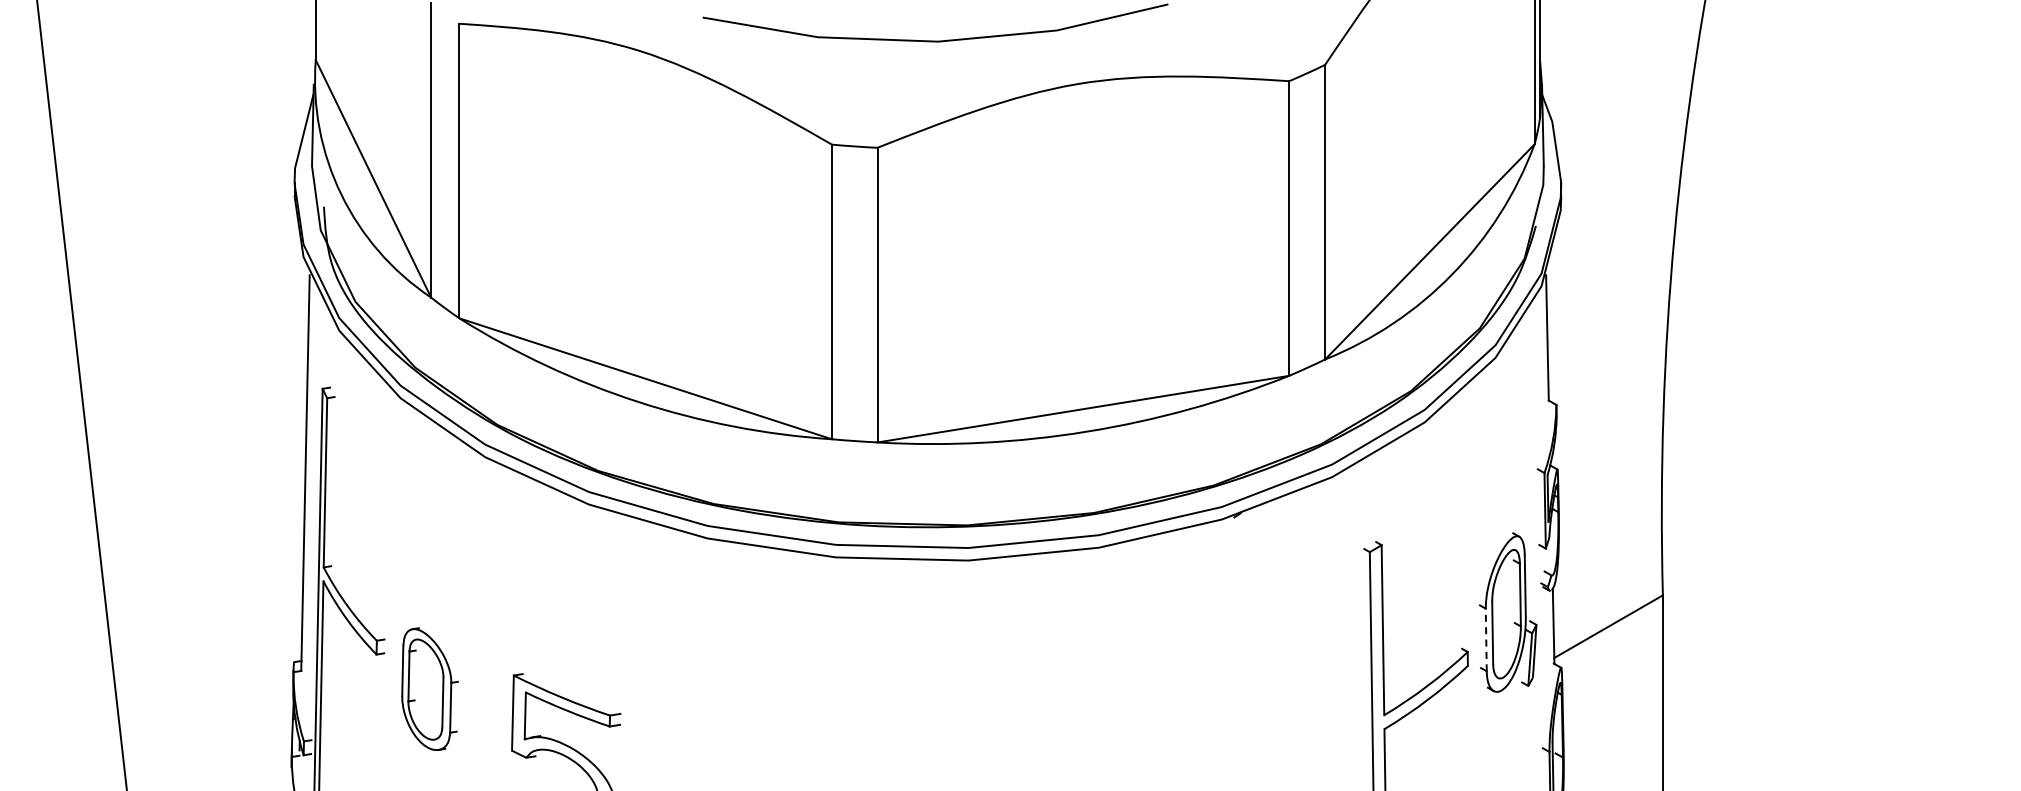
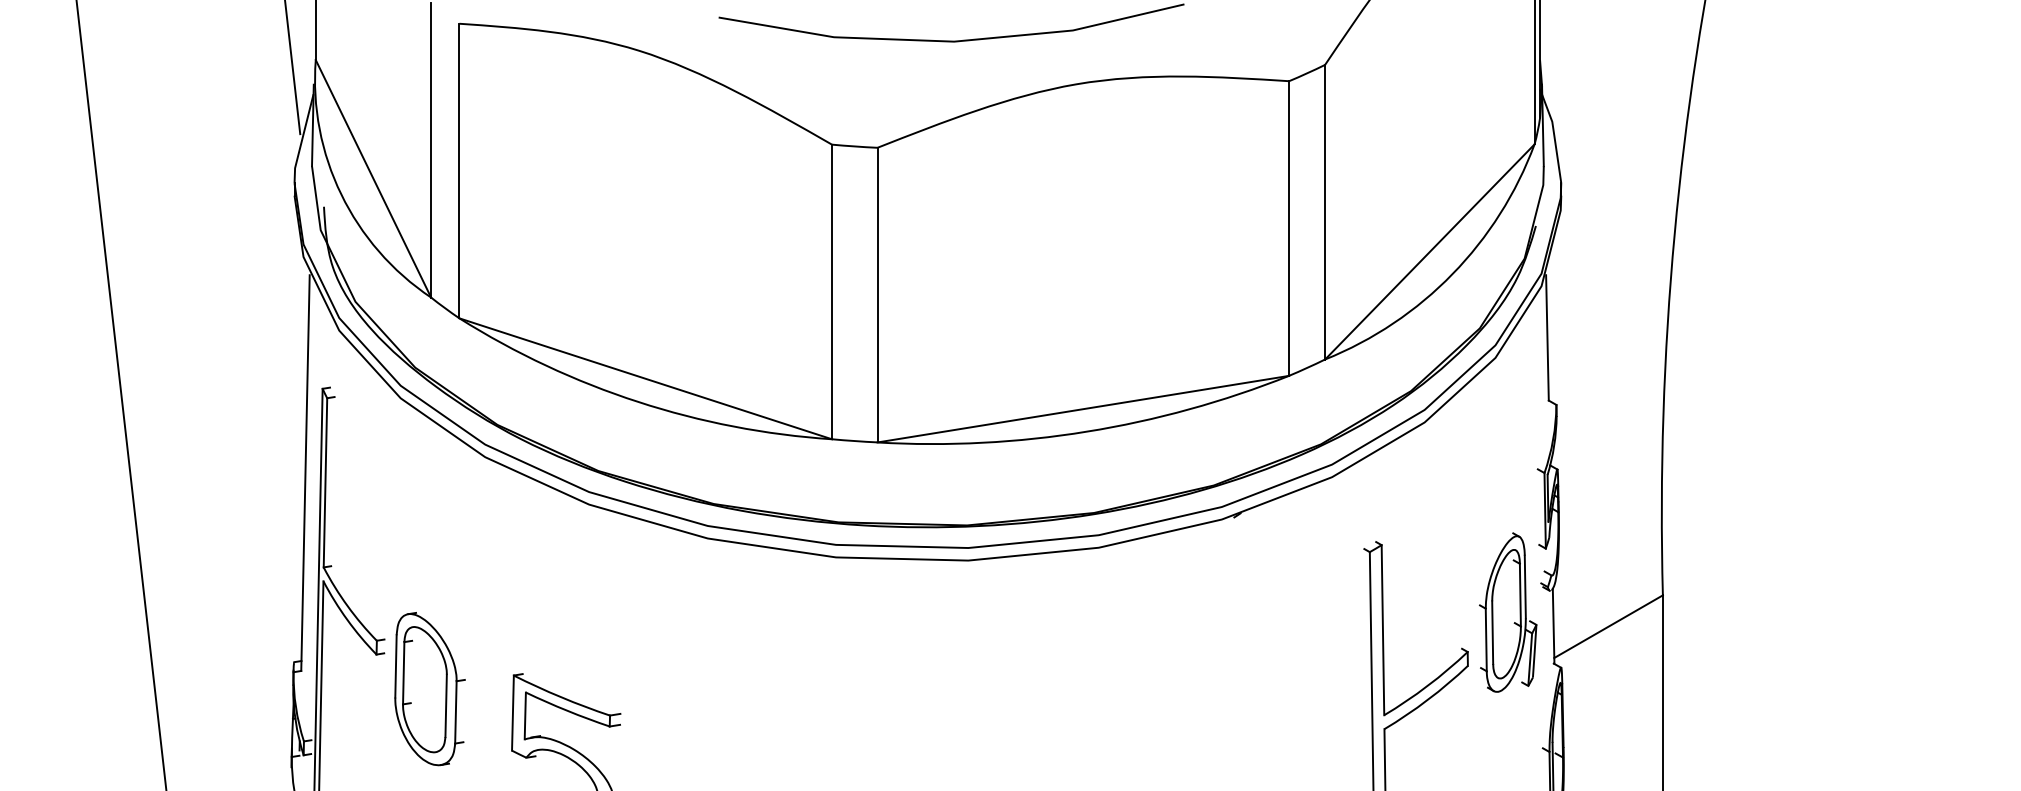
line at (935, 40) position: (935, 40) -> (951, 40)
line at (292, 68): none -> present
line at (81, 394) position: (81, 394) -> (120, 394)
line at (1486, 639): dashed -> solid
part at (429, 688) size: 58x124 px -> 72x155 px
